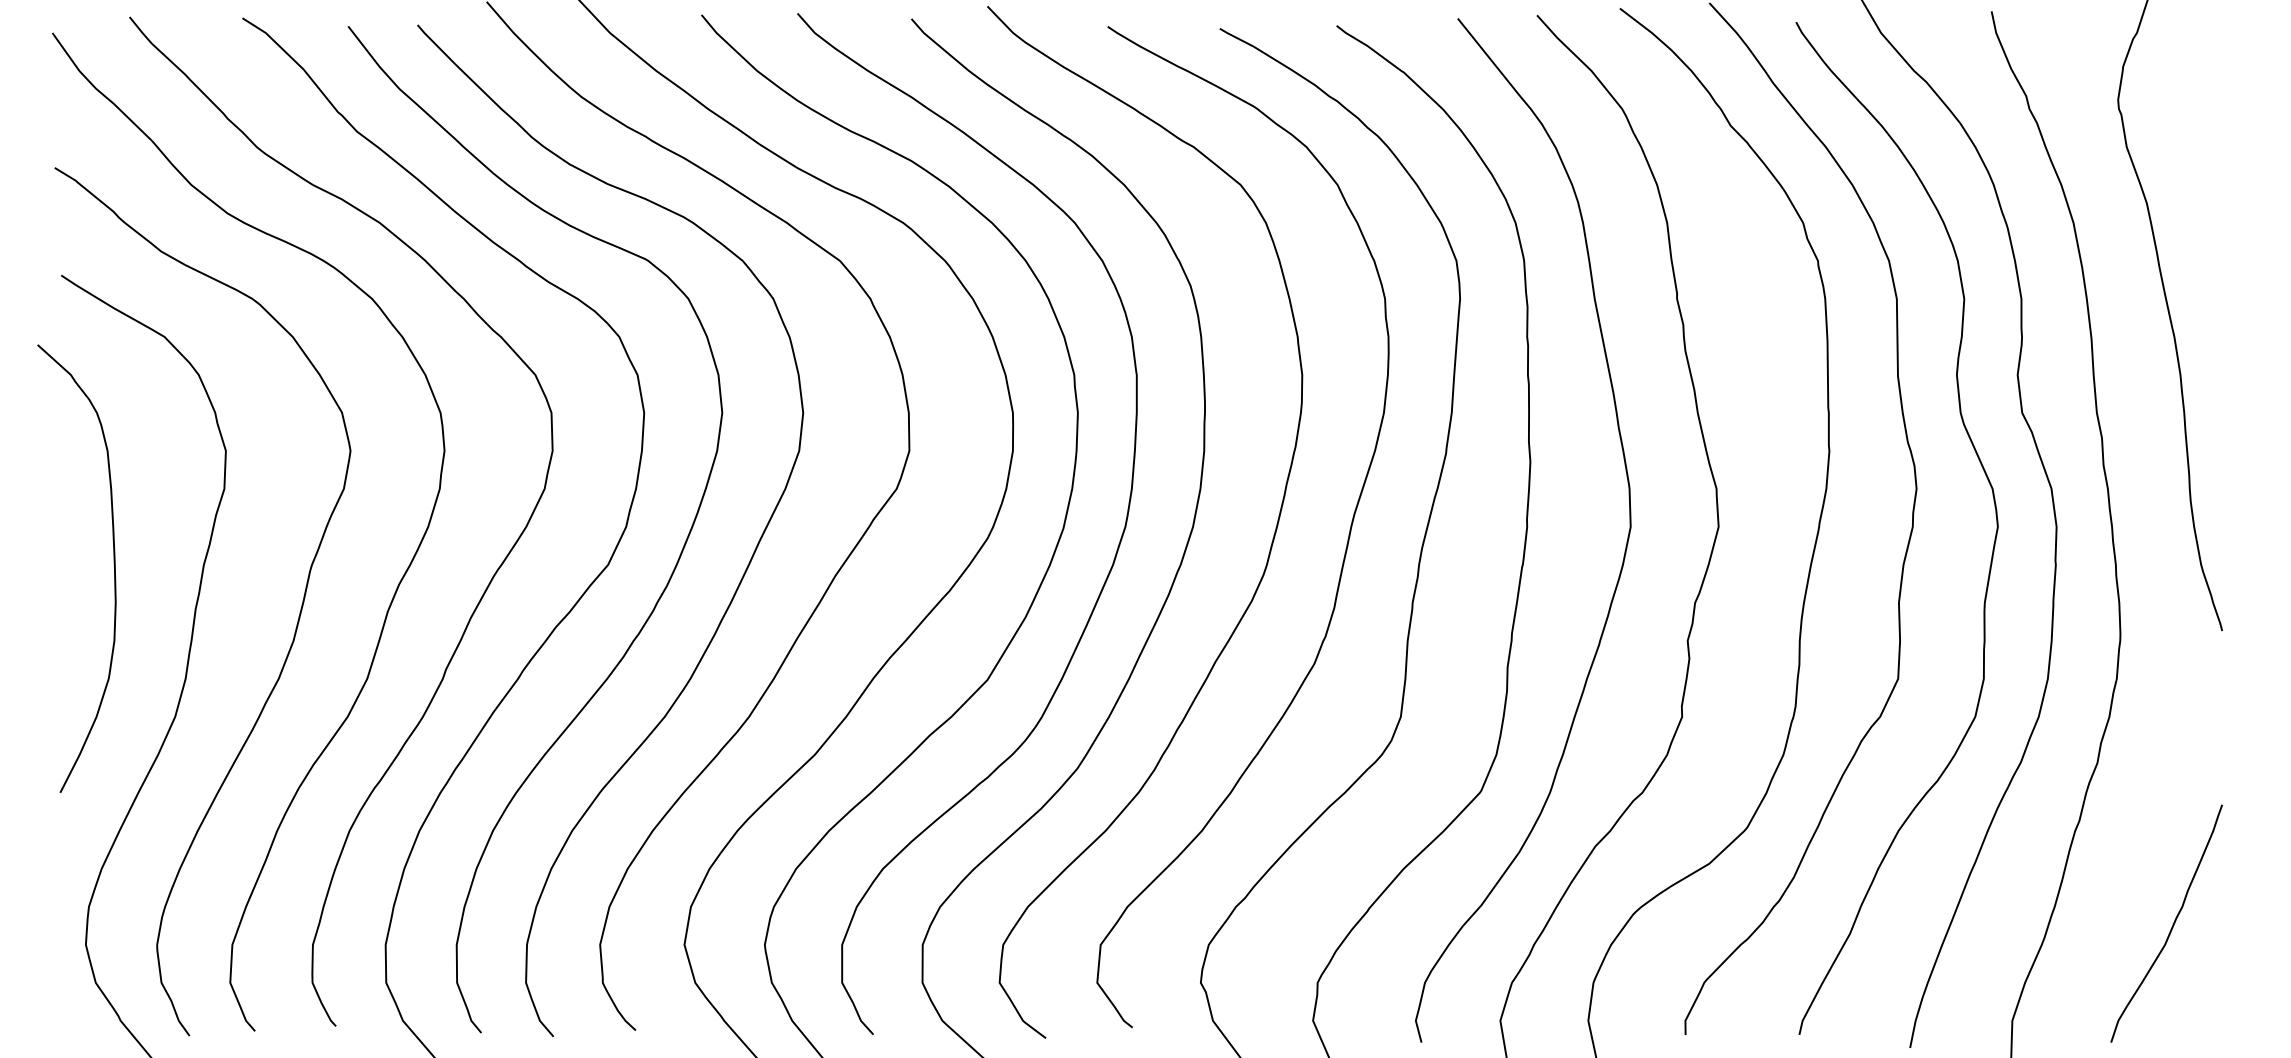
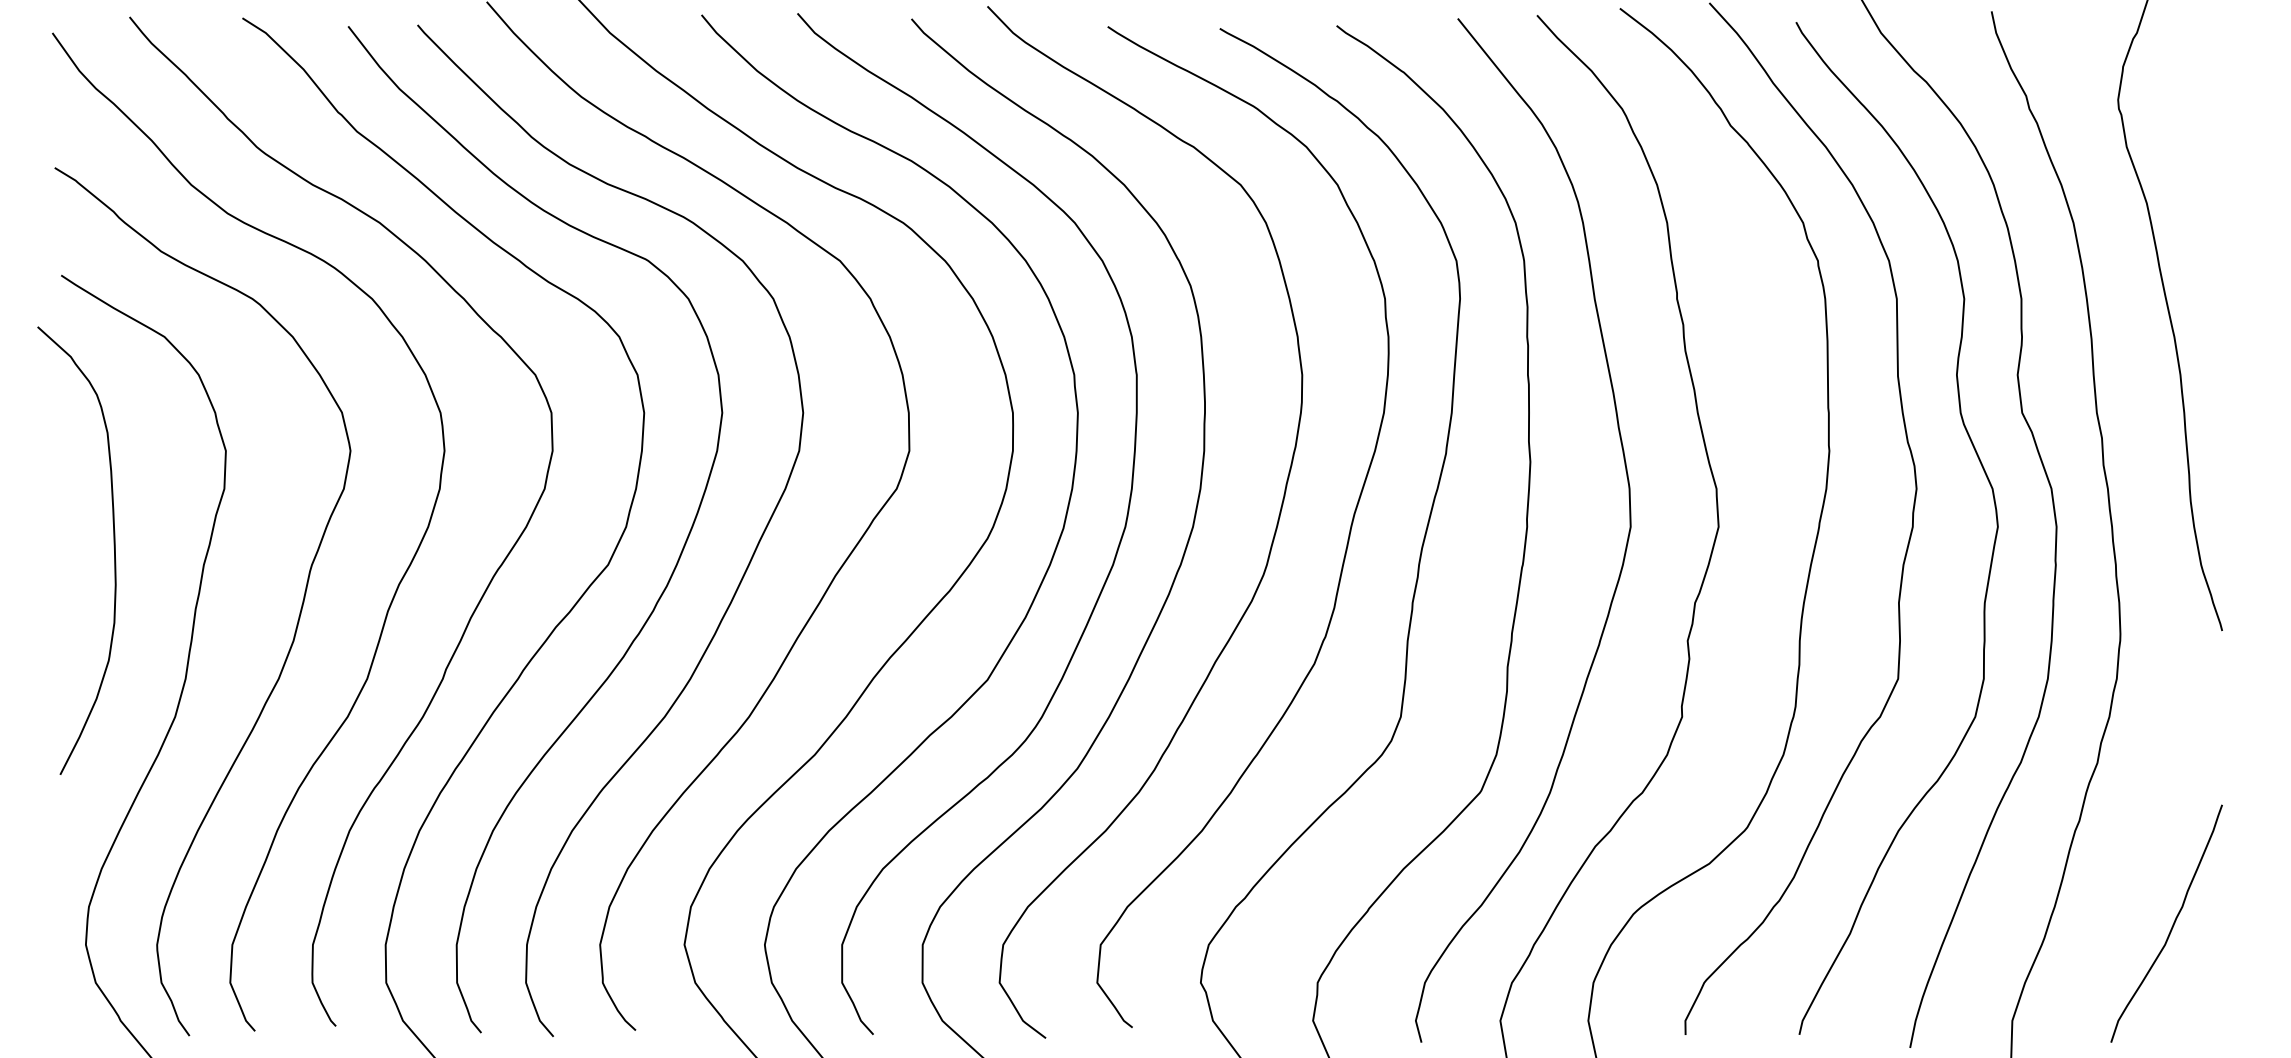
curve at (113, 564) position: (113, 564) -> (113, 546)
